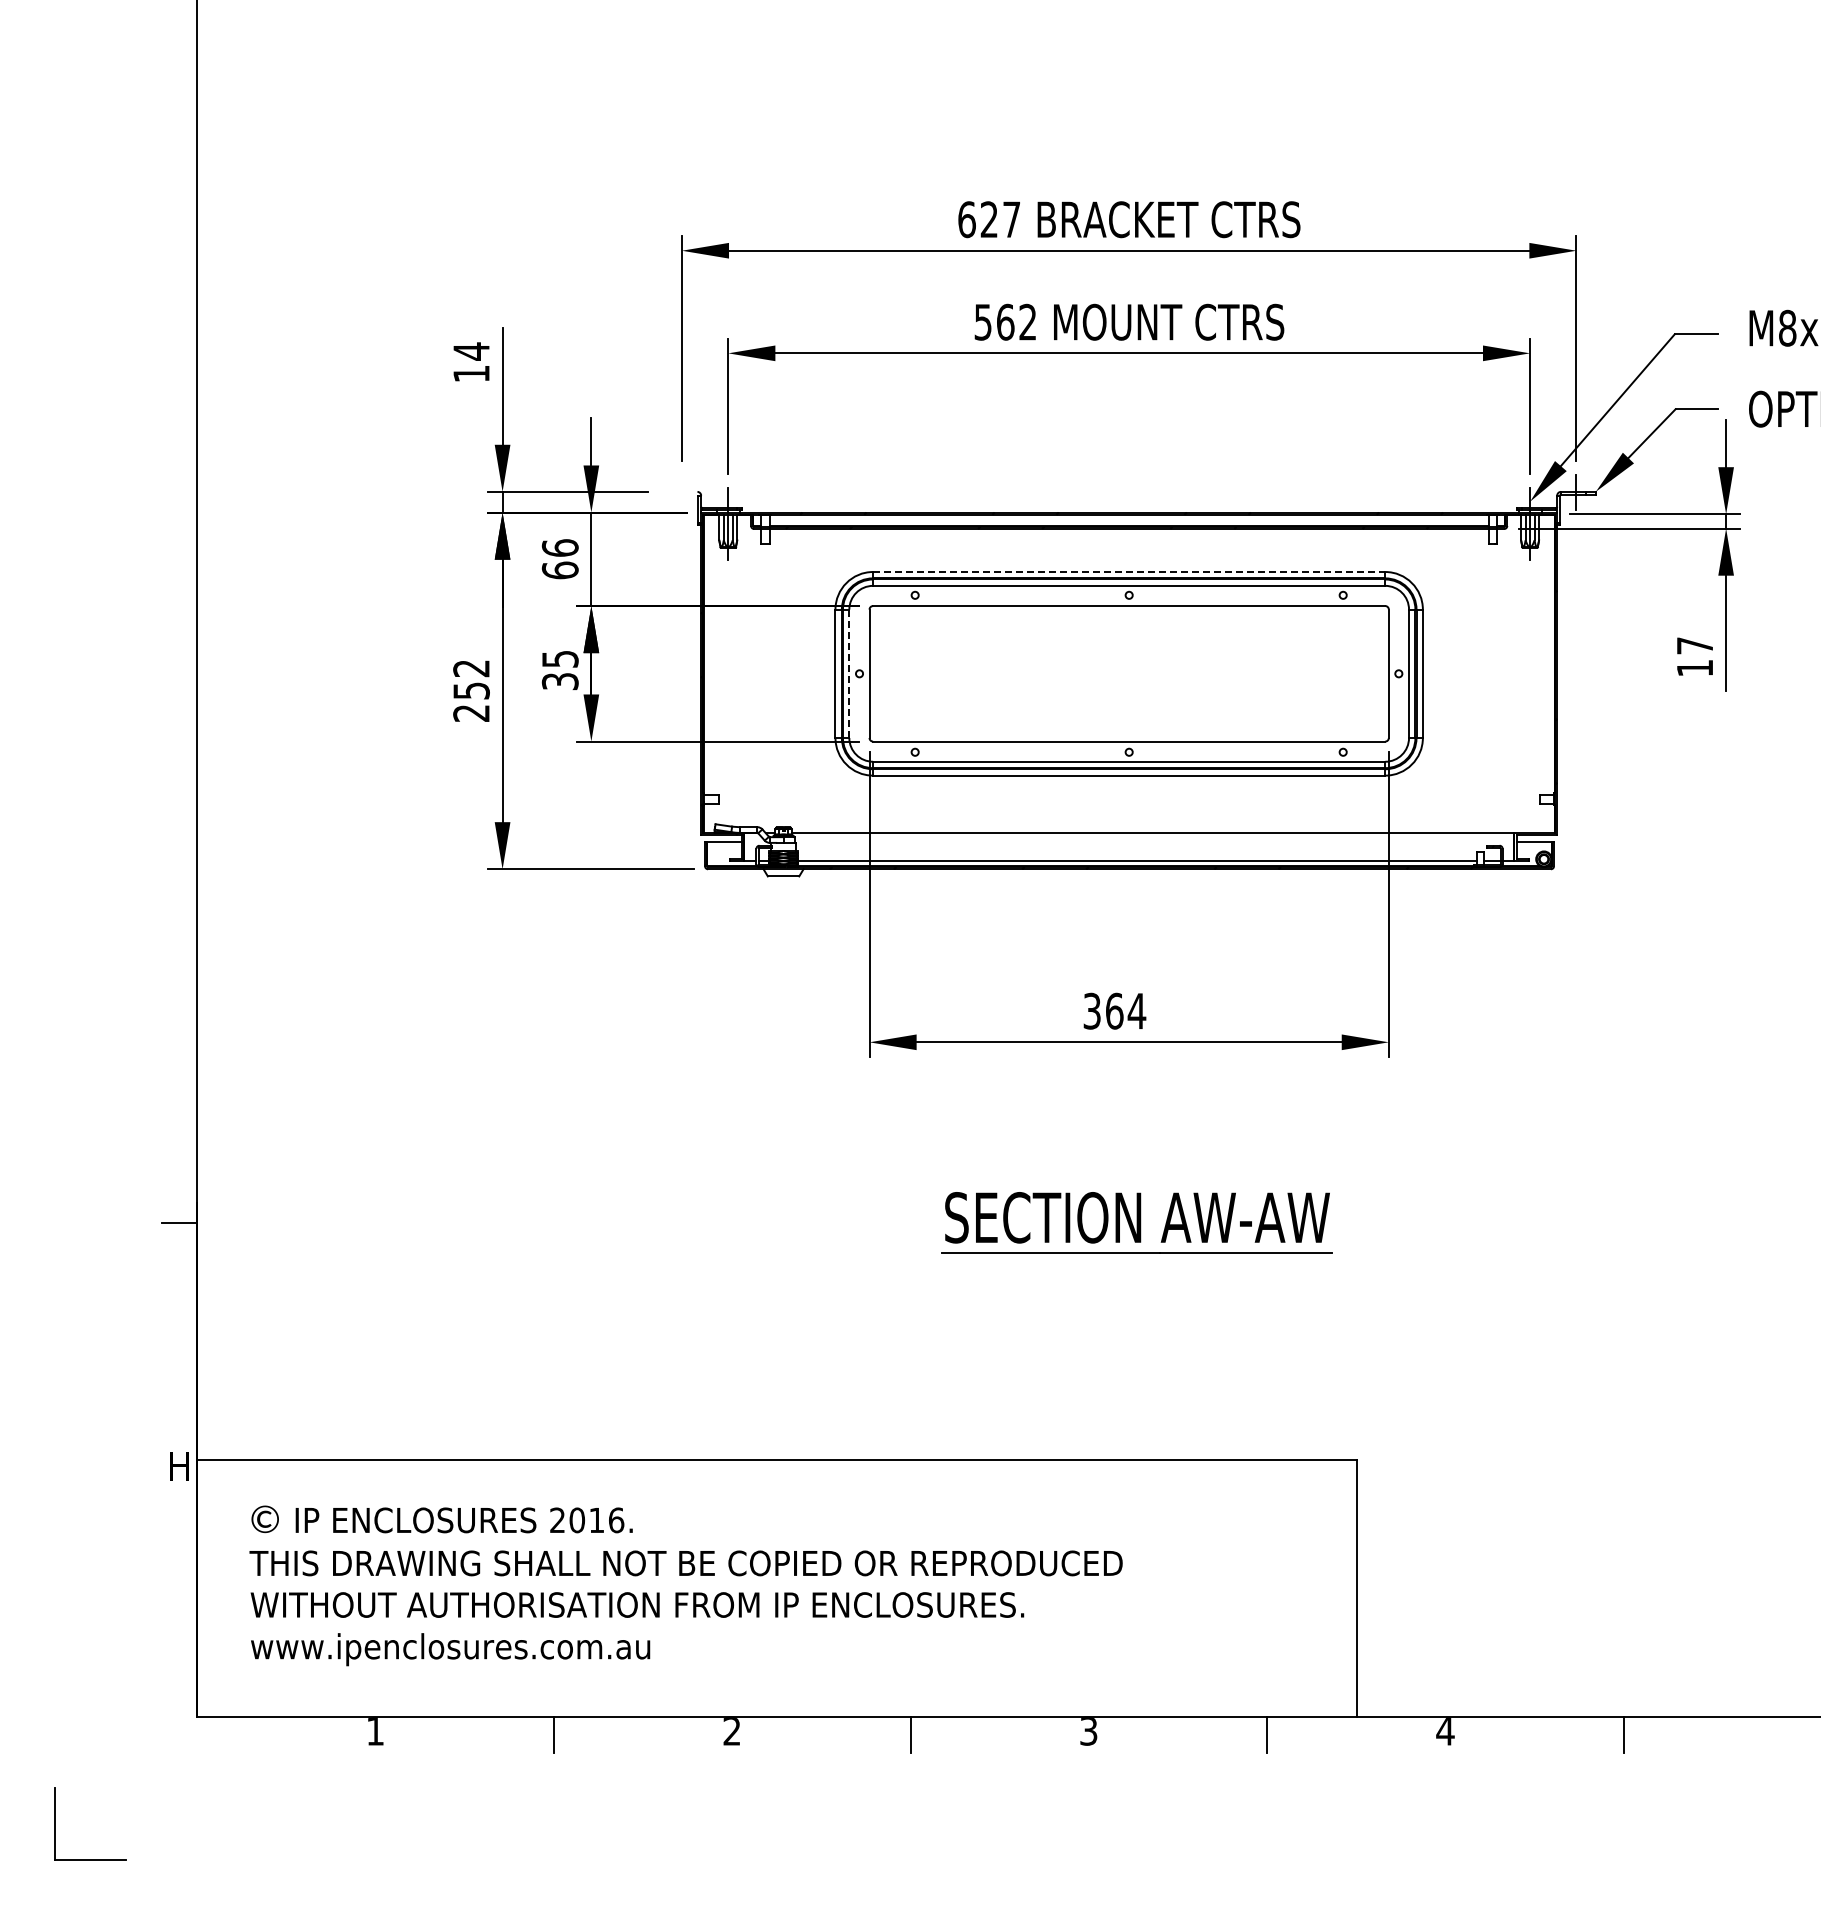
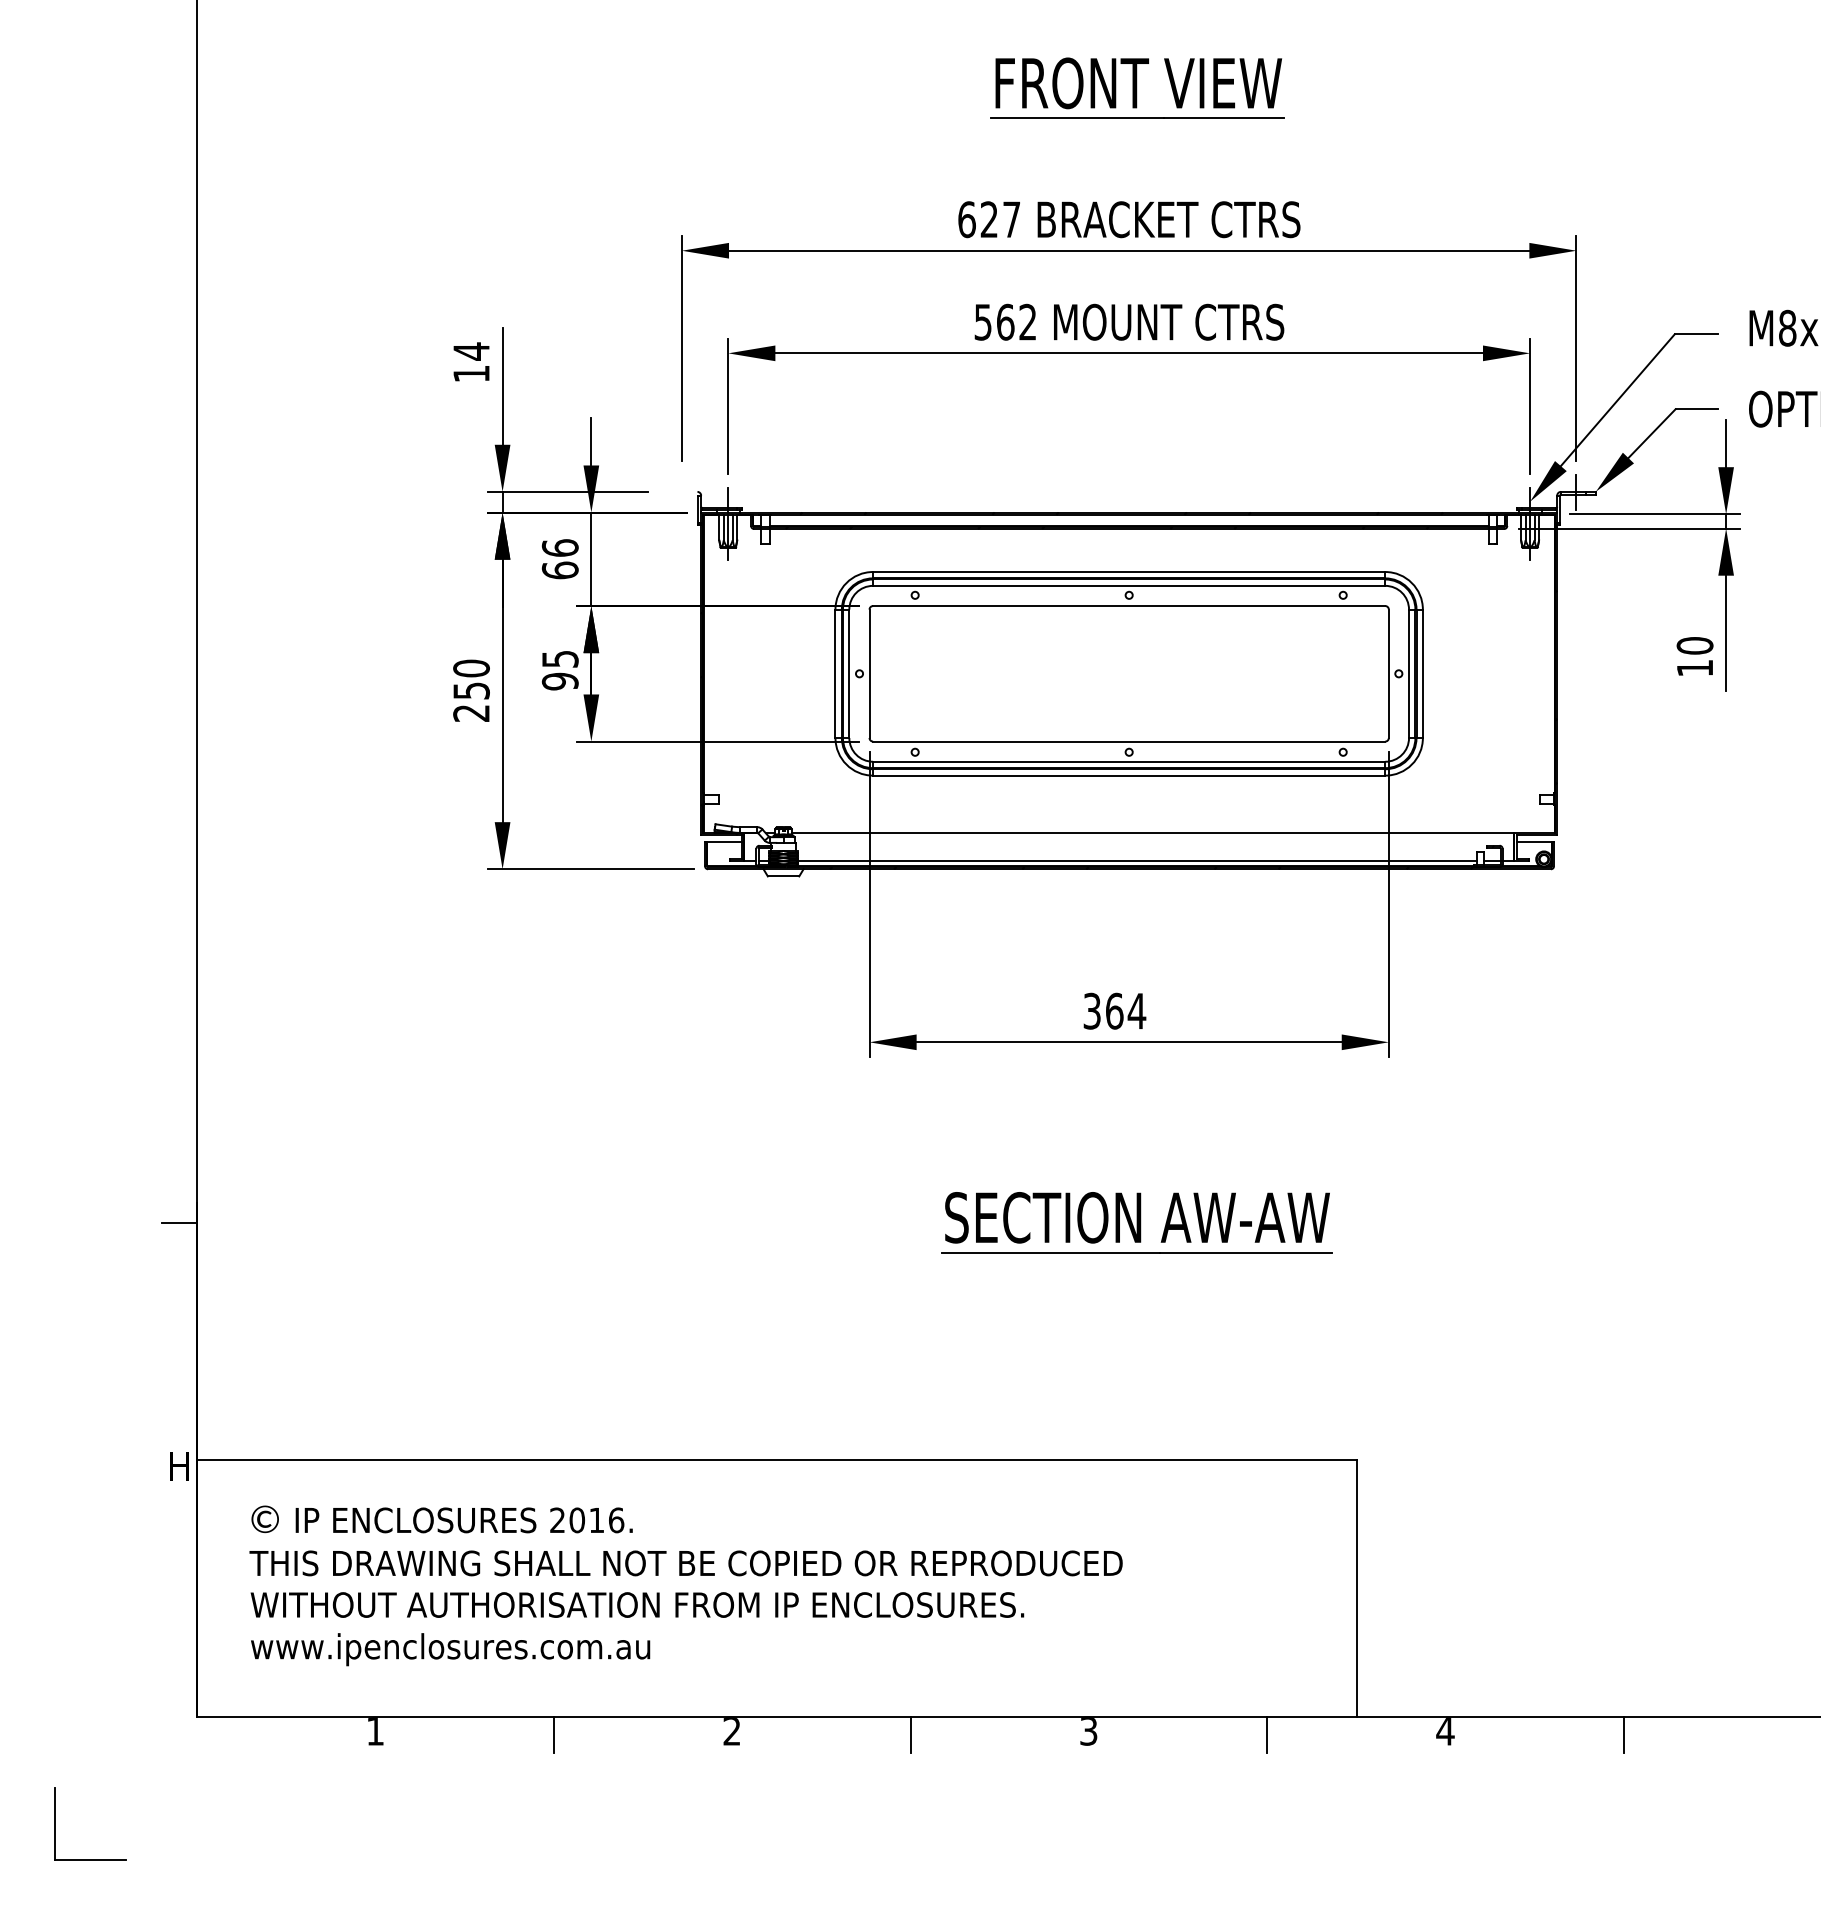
part at (1137, 87): none -> present
line at (1129, 572): dashed -> solid
text at (1694, 645): 17 -> 10
text at (471, 668): 252 -> 250
line at (849, 674): dashed -> solid
text at (560, 681): 35 -> 95
